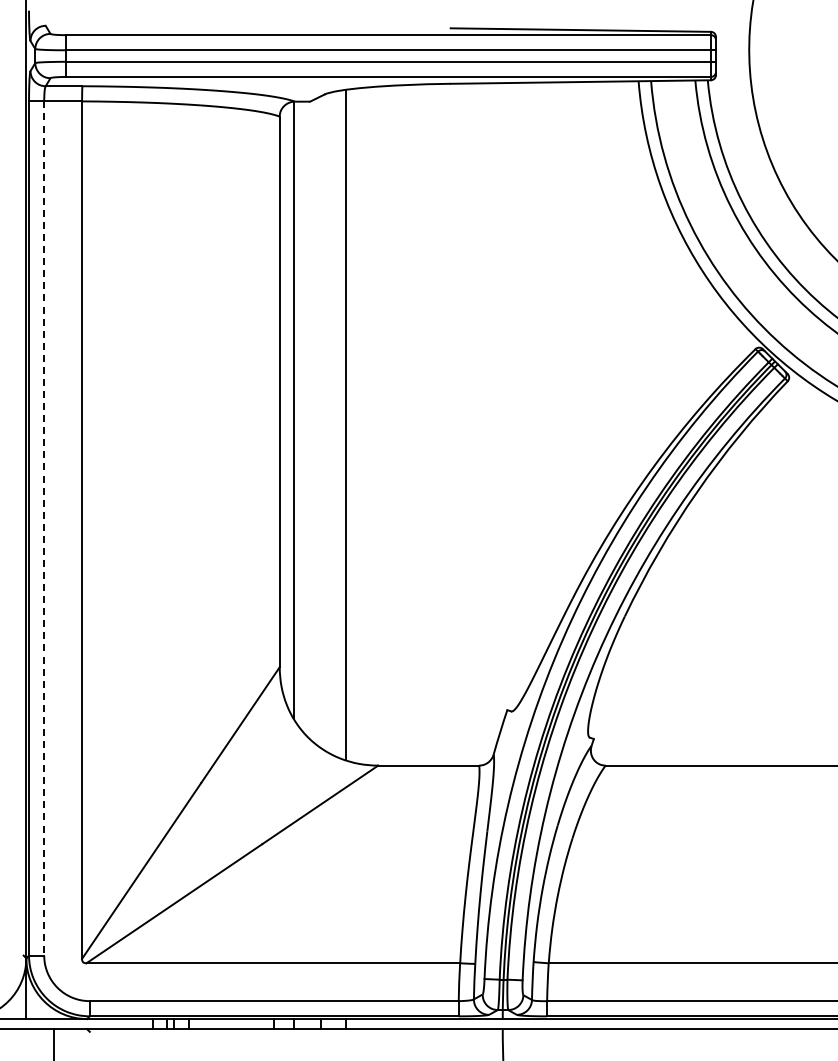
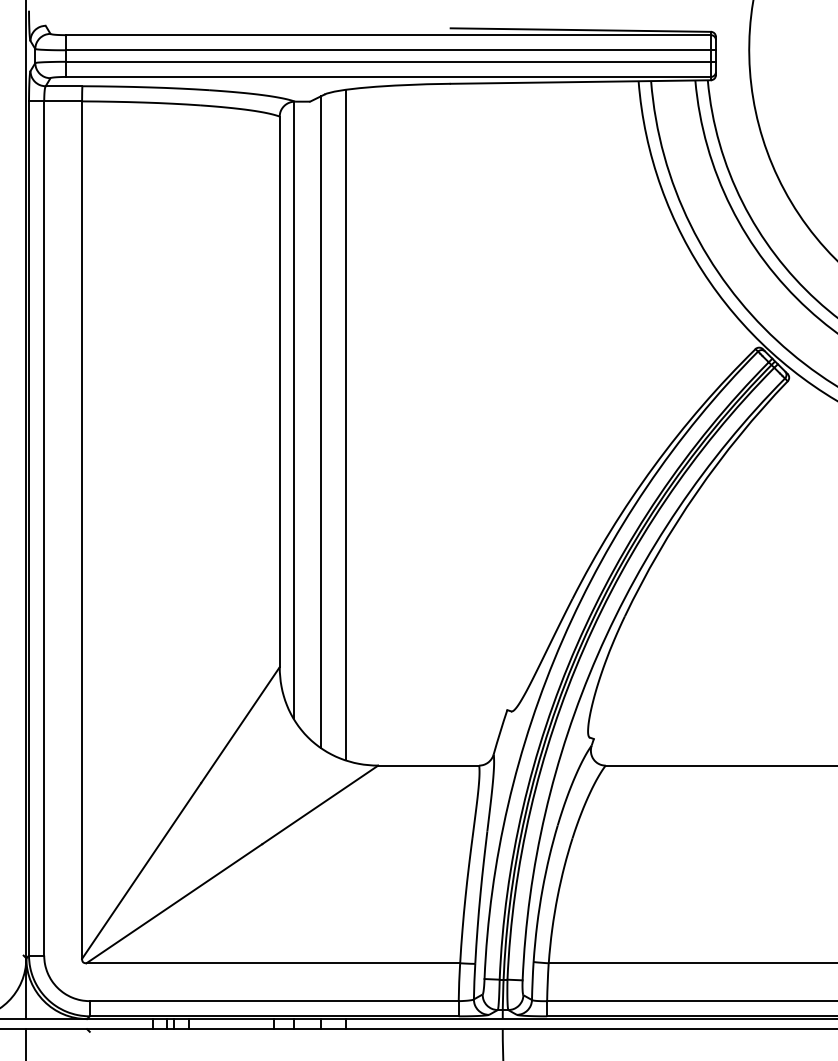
line at (321, 421): none -> present
line at (44, 529): dashed -> solid
line at (54, 1043) position: (54, 1043) -> (26, 1043)
